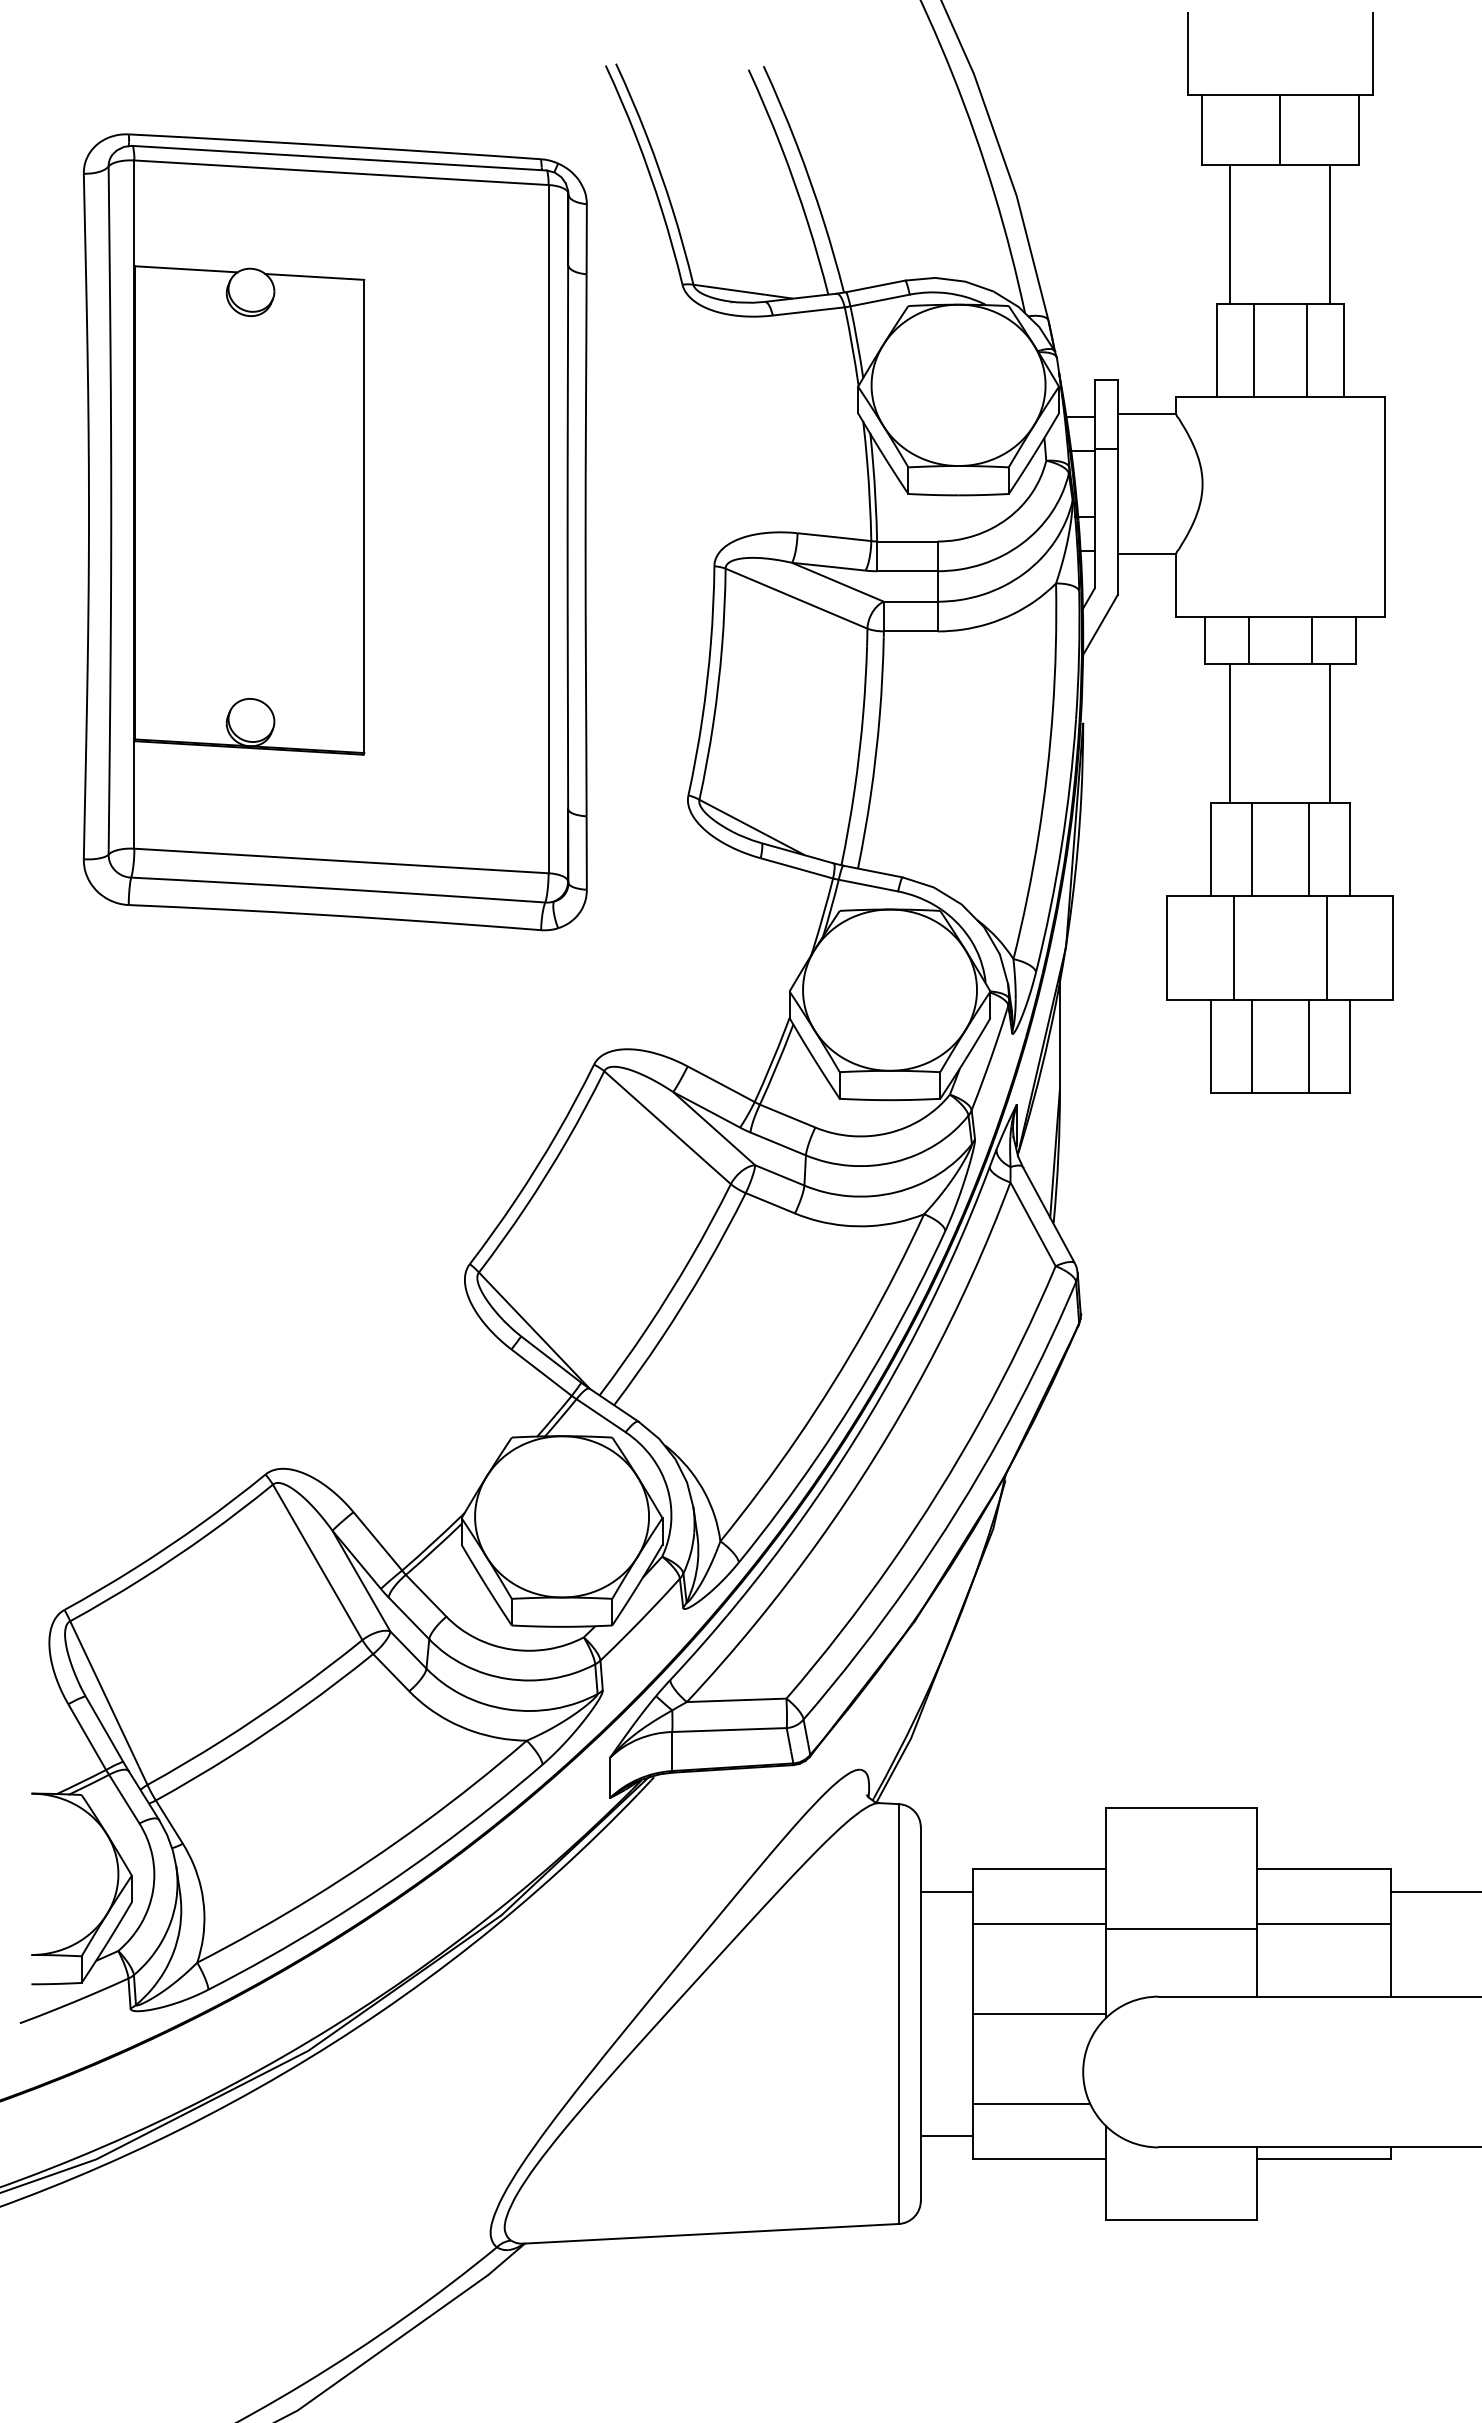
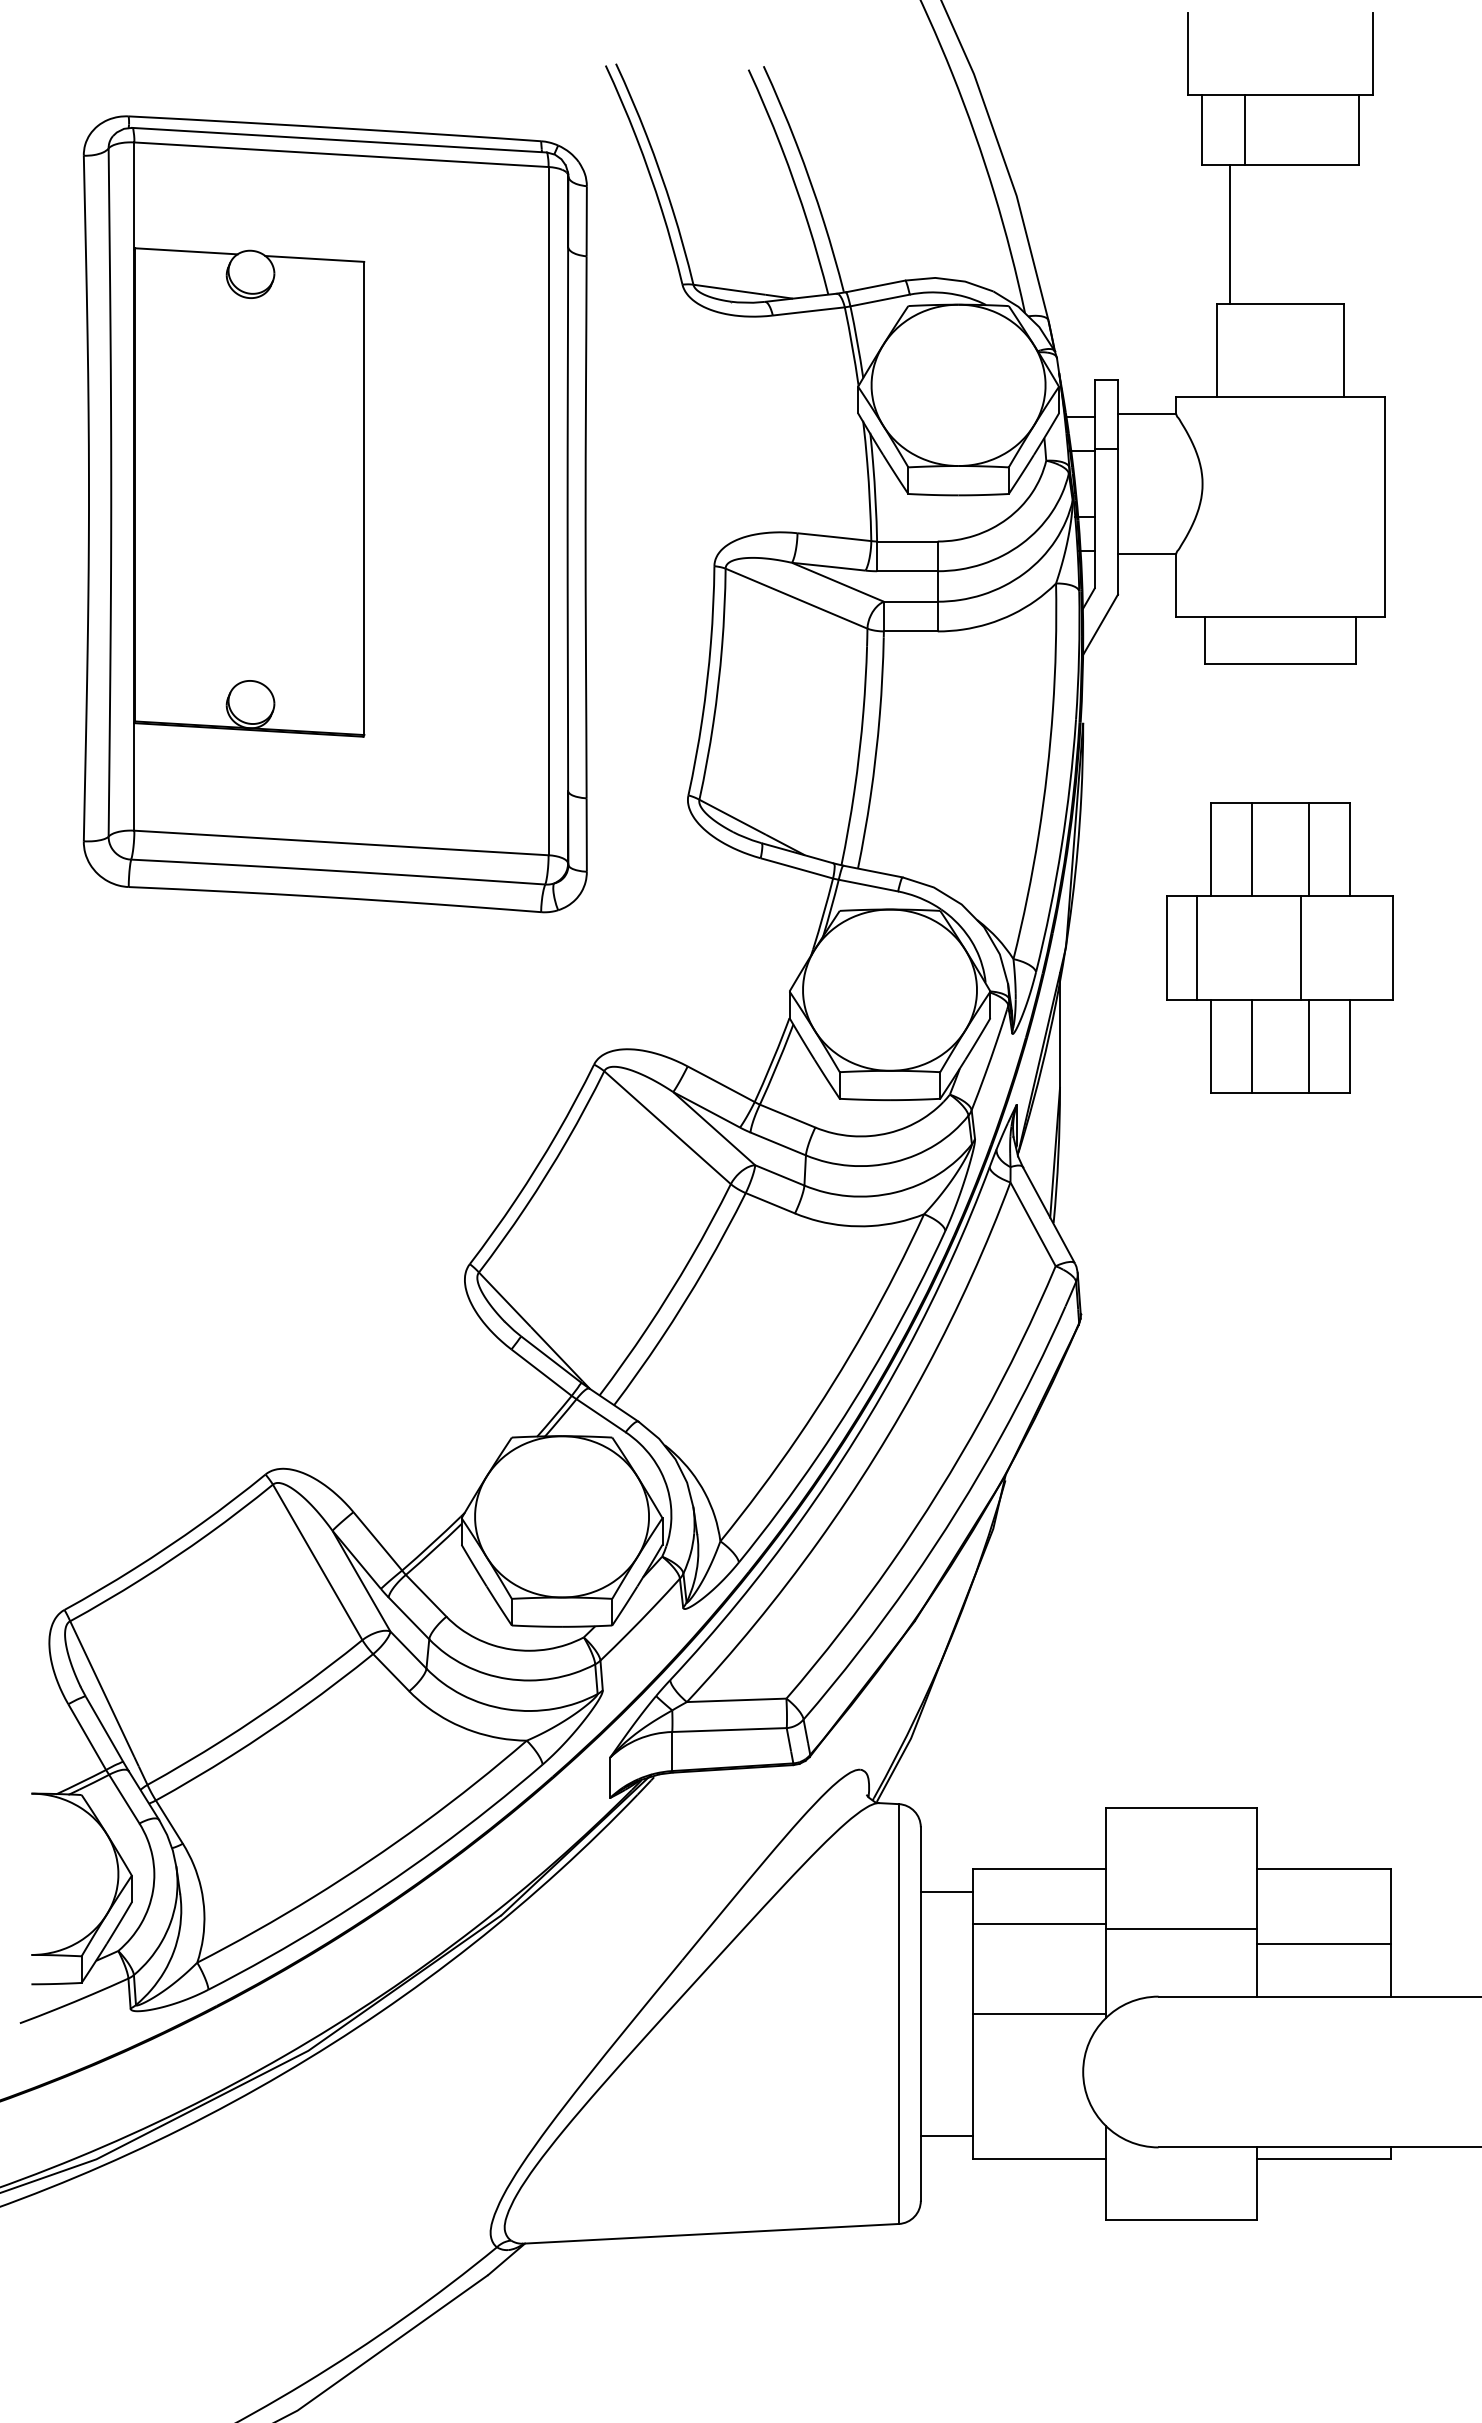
line at (1280, 130) position: (1280, 130) -> (1245, 130)
line at (1330, 234): present -> none
line at (1253, 350): present -> none
line at (1306, 350): present -> none
part at (334, 532) position: (334, 532) -> (334, 514)
line at (1249, 640): present -> none
line at (1311, 640): present -> none
line at (1230, 732): present -> none
line at (1330, 732): present -> none
line at (1233, 947) position: (1233, 947) -> (1196, 947)
line at (1327, 947) position: (1327, 947) -> (1301, 947)
line at (1434, 1892): present -> none
line at (1323, 1924) position: (1323, 1924) -> (1323, 1944)
line at (1031, 2103): present -> none
